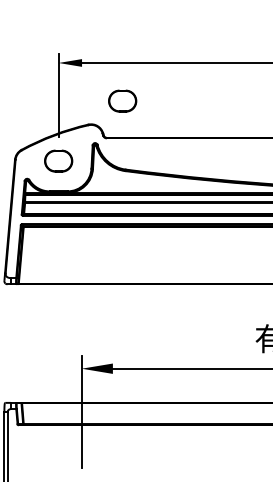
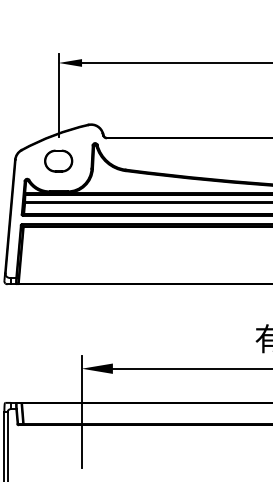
part at (122, 100): present -> none
